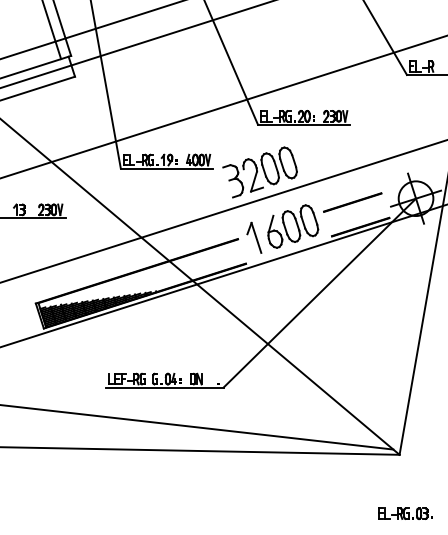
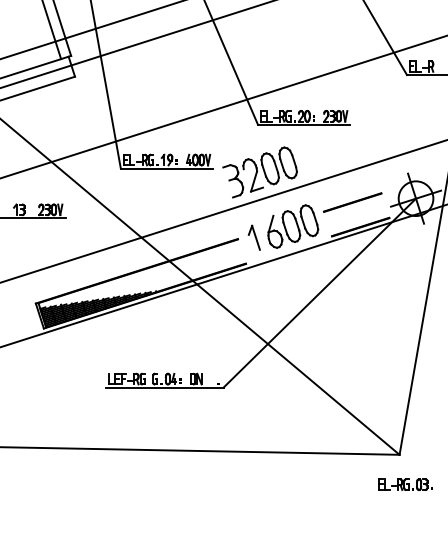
part at (254, 237) size: 17x33 px -> 14x27 px
line at (197, 427): present -> none
part at (405, 513) position: (405, 513) -> (405, 484)
